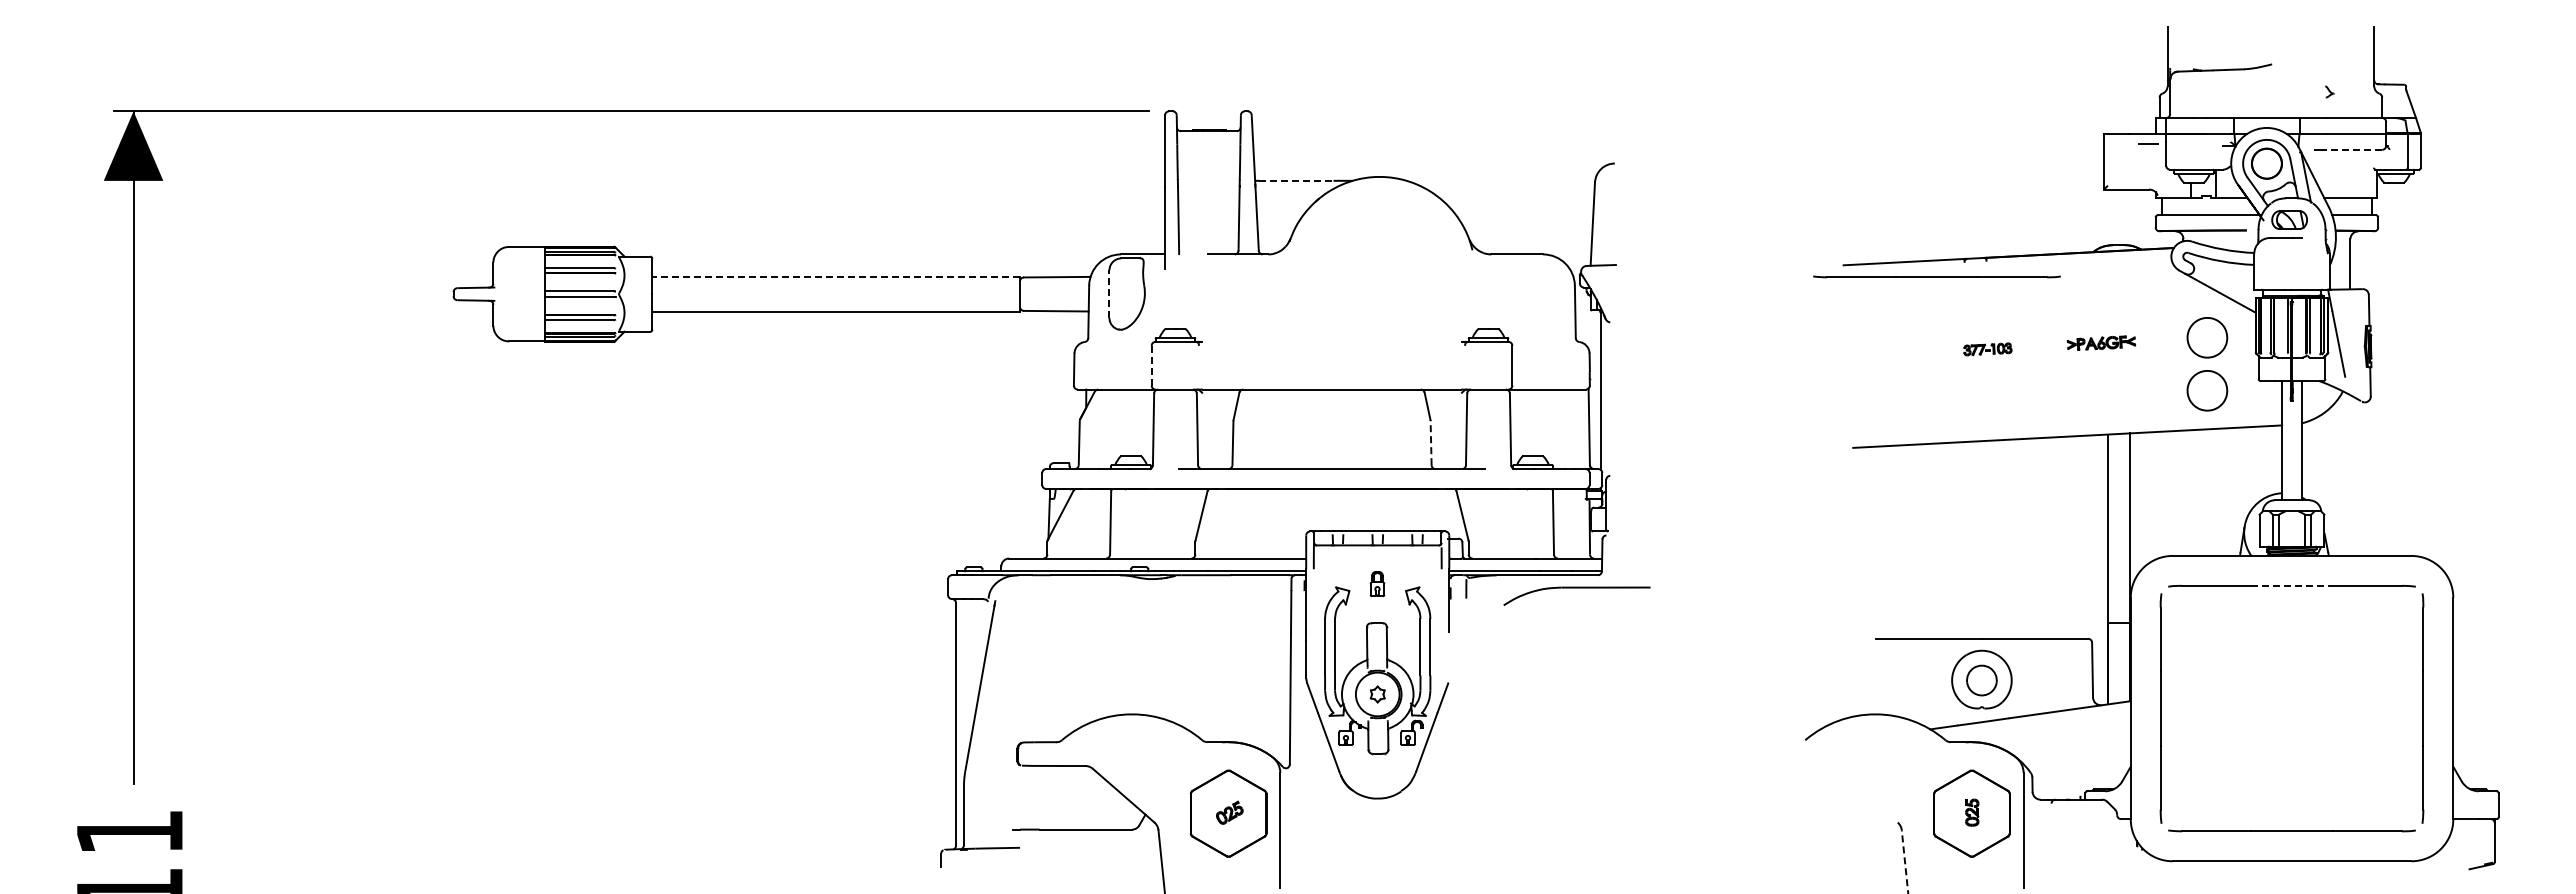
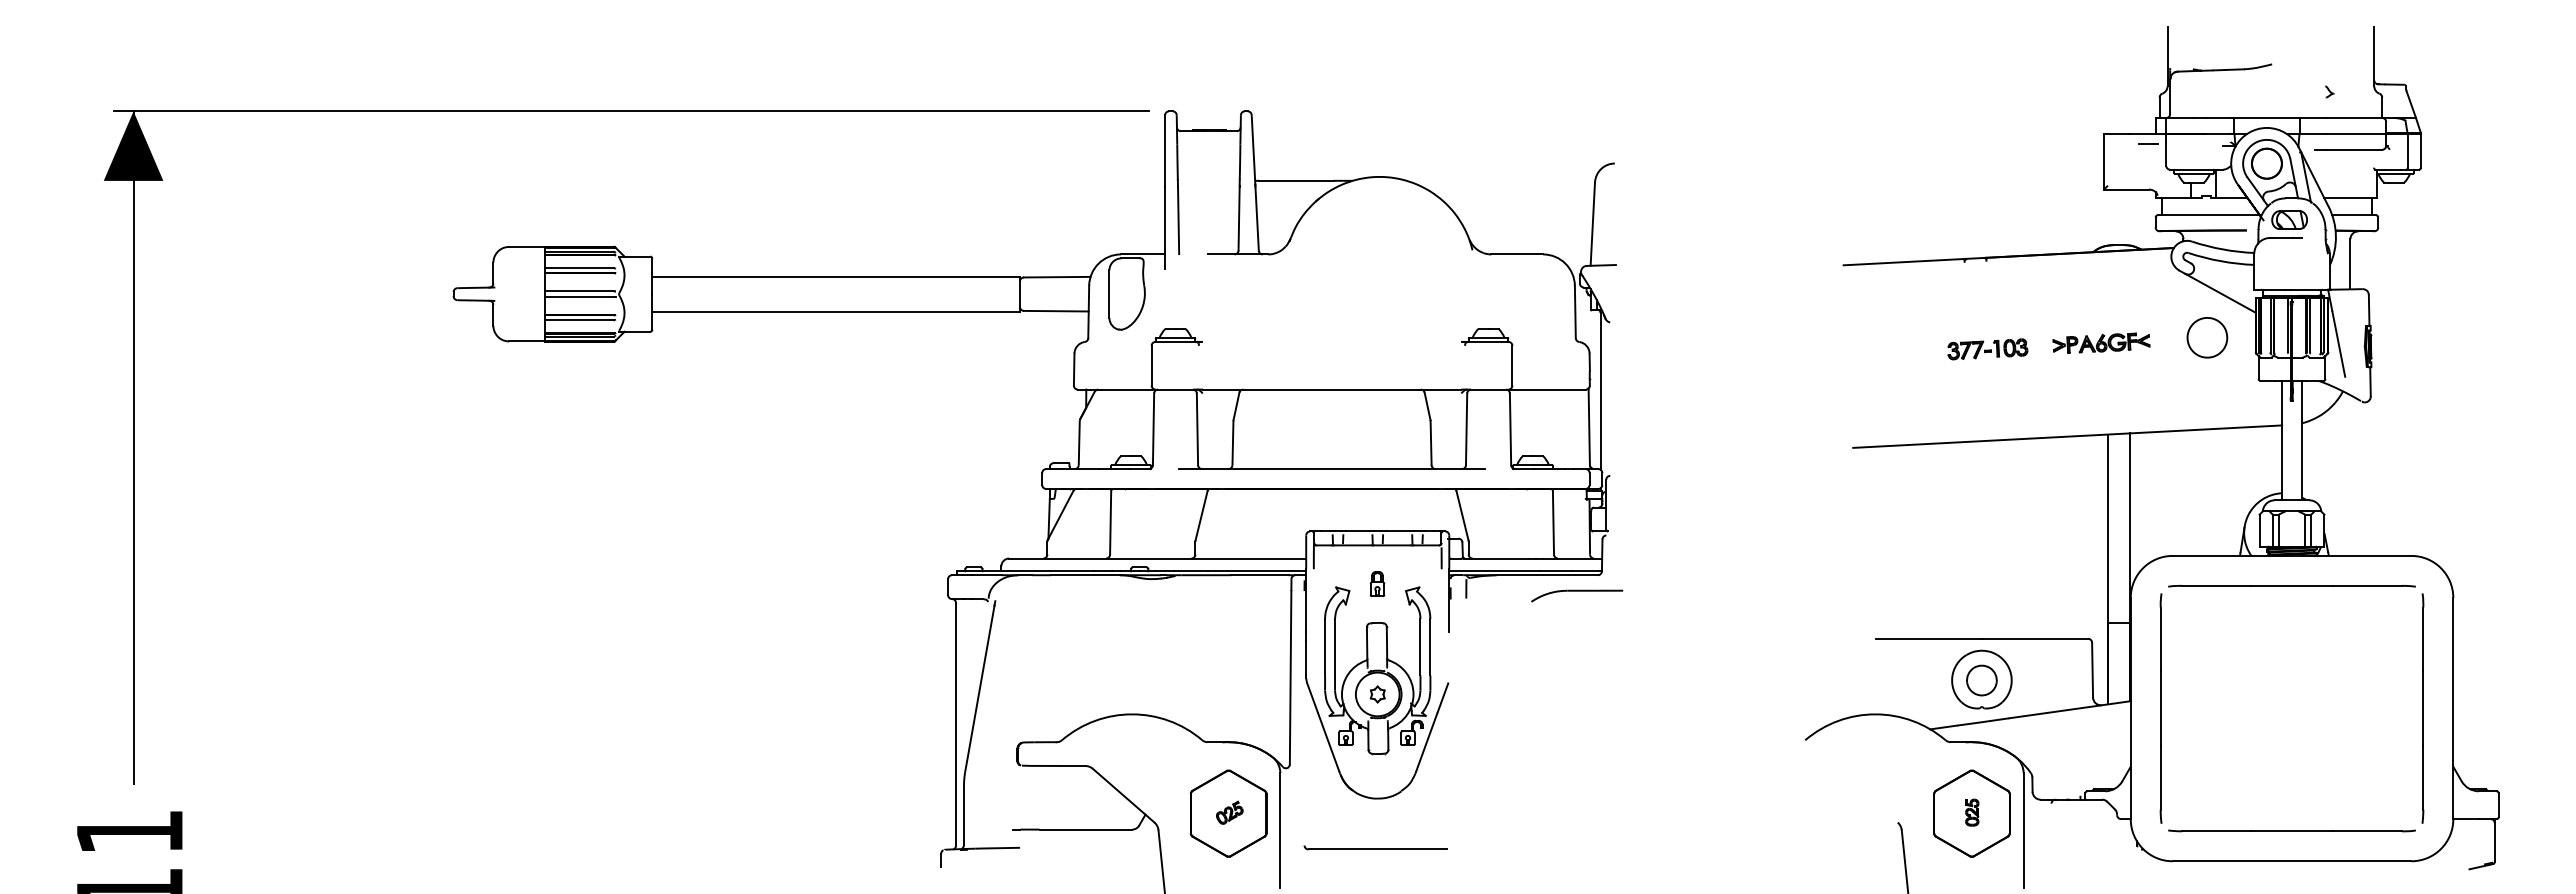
line at (2353, 149): dashed -> solid
line at (1296, 180): dashed -> solid
line at (836, 276): dashed -> solid
part at (1936, 276): present -> none
line at (1109, 294): dashed -> solid
part at (2100, 342) size: 70x16 px -> 99x22 px
part at (1987, 349) size: 50x15 px -> 82x23 px
line at (1151, 365): dashed -> solid
part at (2207, 390): present -> none
line at (1431, 442): dashed -> solid
line at (2292, 585): dashed -> solid
part at (1576, 595) size: 148x20 px -> 93x14 px
part at (1375, 847): none -> present
line at (1905, 861): dashed -> solid
